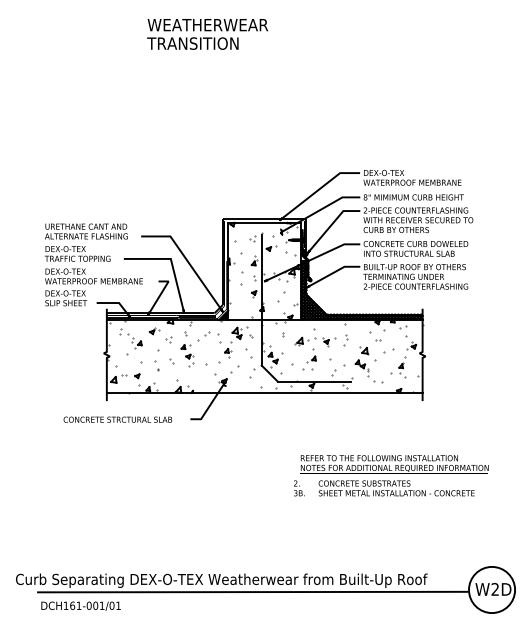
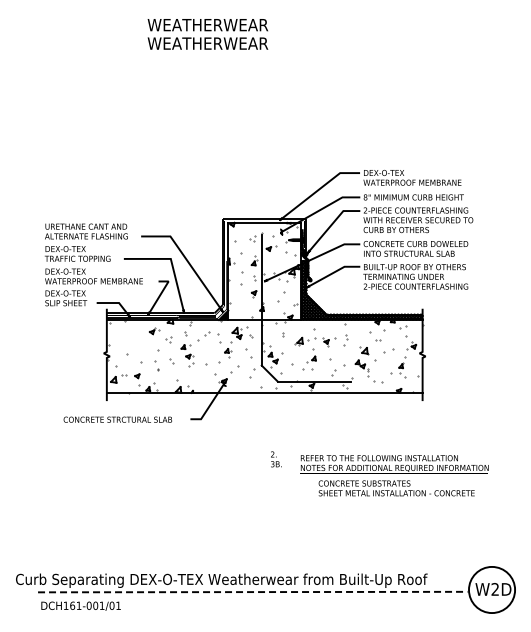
text at (207, 43): TRANSITION -> WEATHERWEAR
part at (130, 338): present -> none
text at (299, 488) position: (299, 488) -> (276, 459)
line at (252, 592): solid -> dashed
